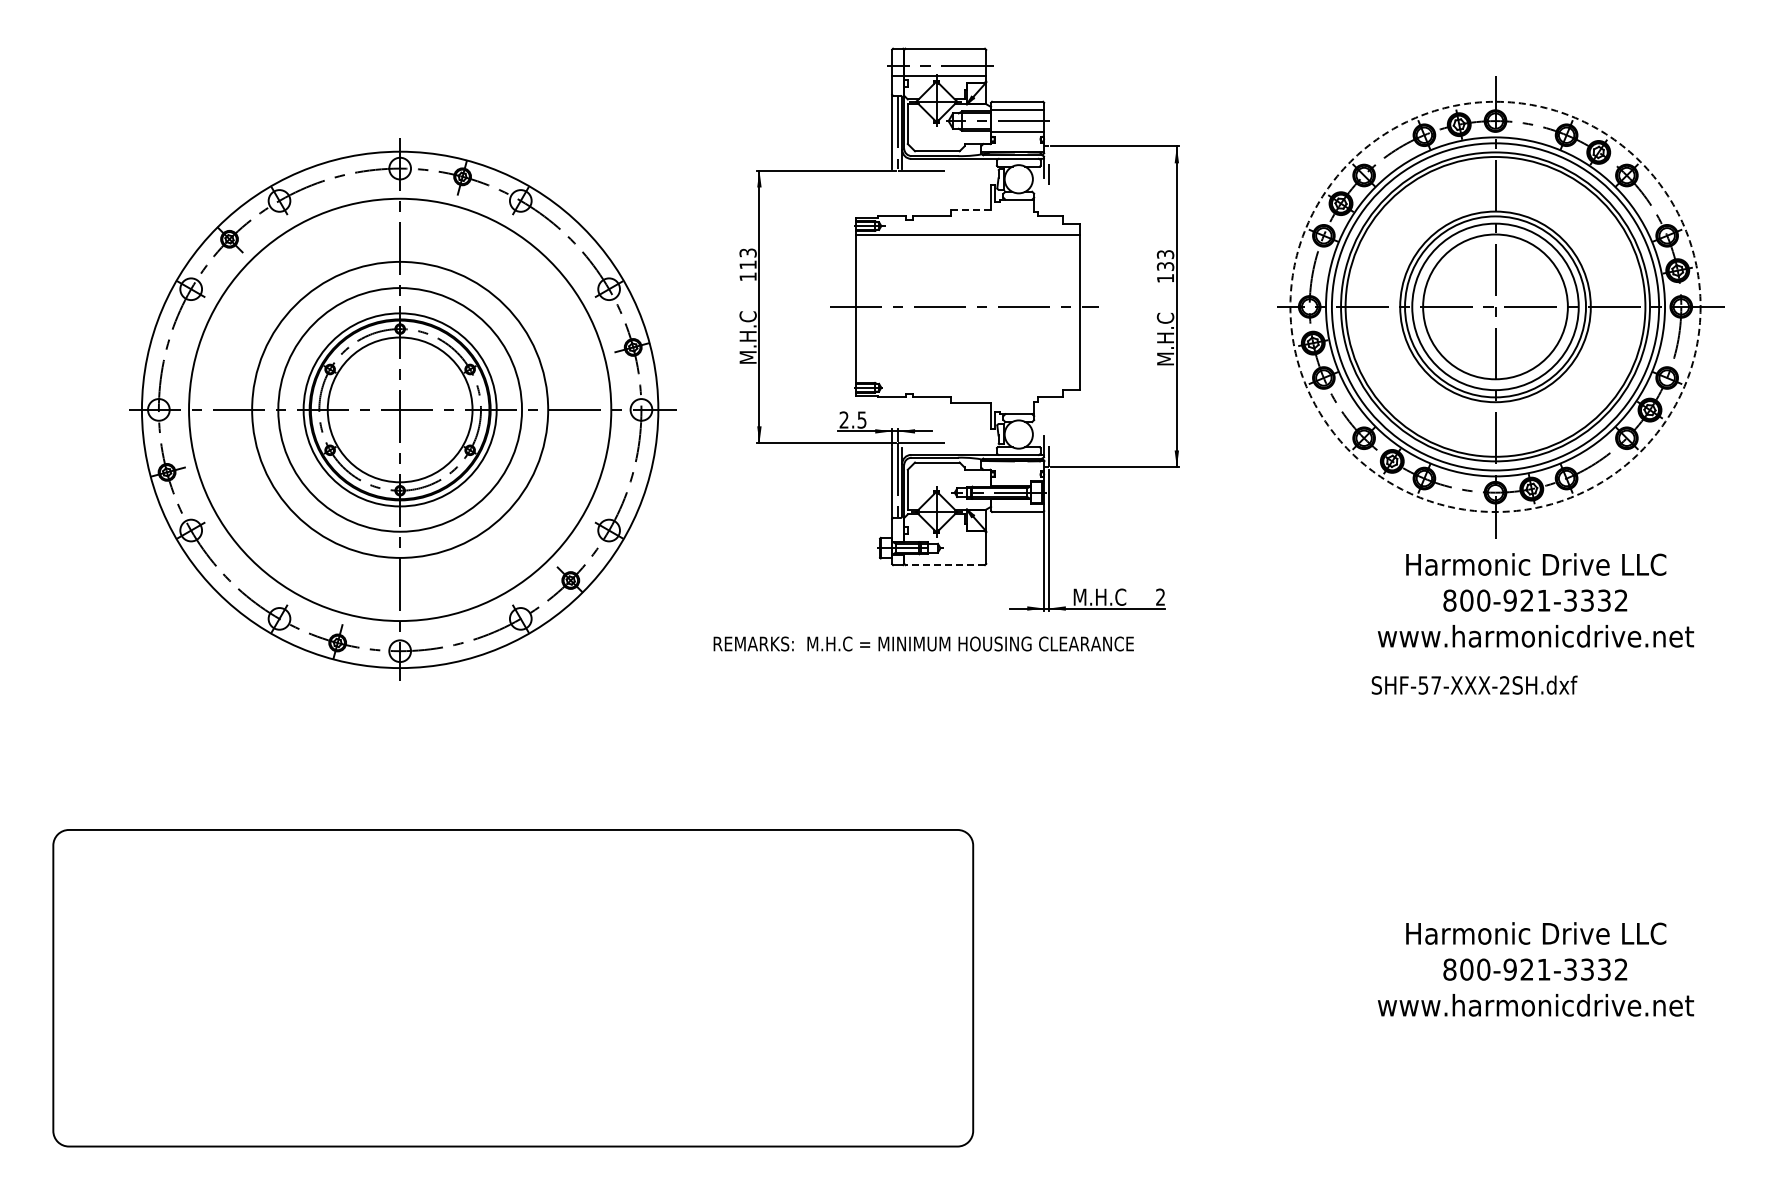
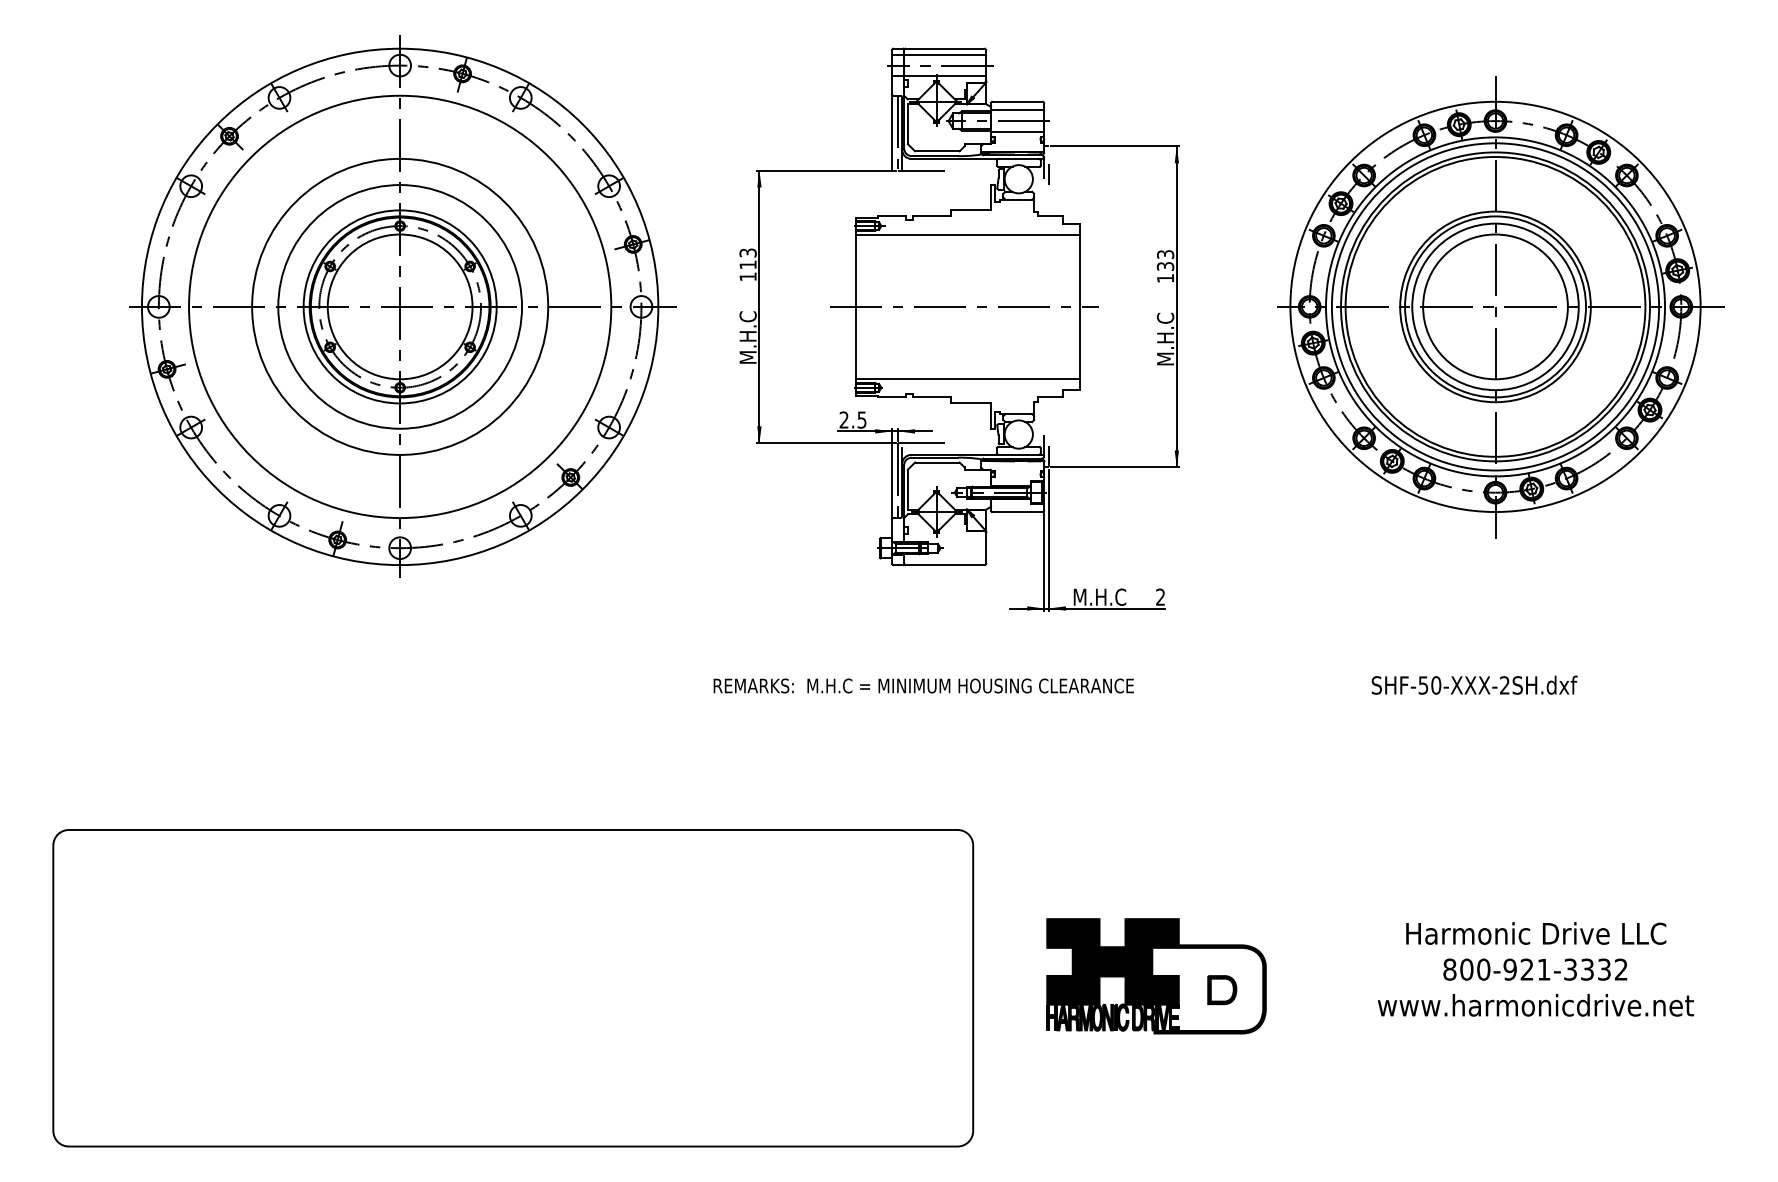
line at (939, 54): none -> present
line at (970, 210): dashed -> solid
circle at (1495, 306): dashed -> solid
line at (967, 379): none -> present
part at (402, 409) position: (402, 409) -> (402, 306)
line at (945, 565): dashed -> solid
part at (1535, 600): present -> none
text at (923, 643) position: (923, 643) -> (923, 685)
text at (1436, 685): SHF-57-XXX-2SH.dxf -> SHF-50-XXX-2SH.dxf
part at (1156, 976): none -> present
